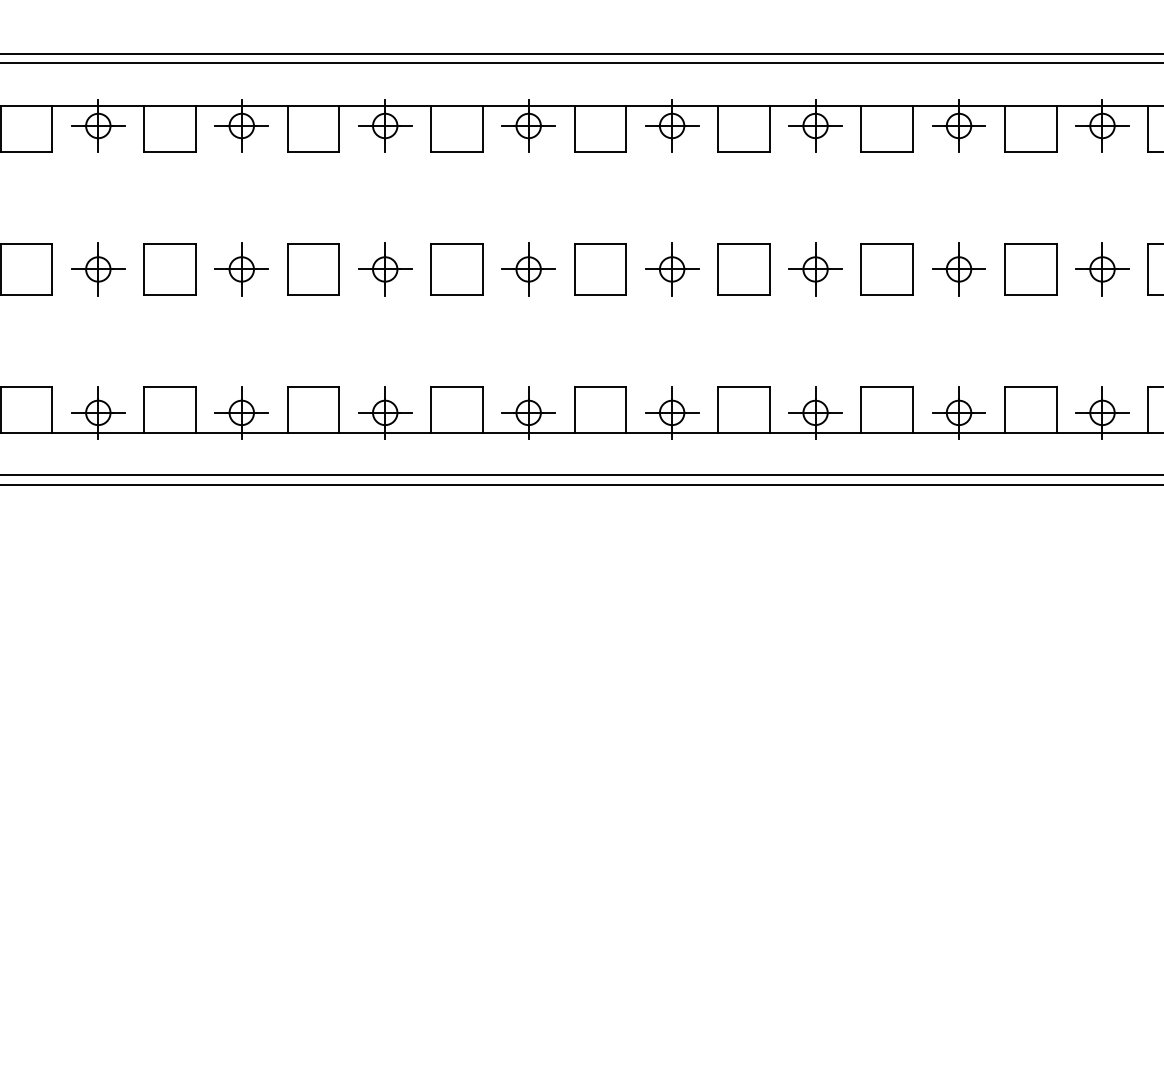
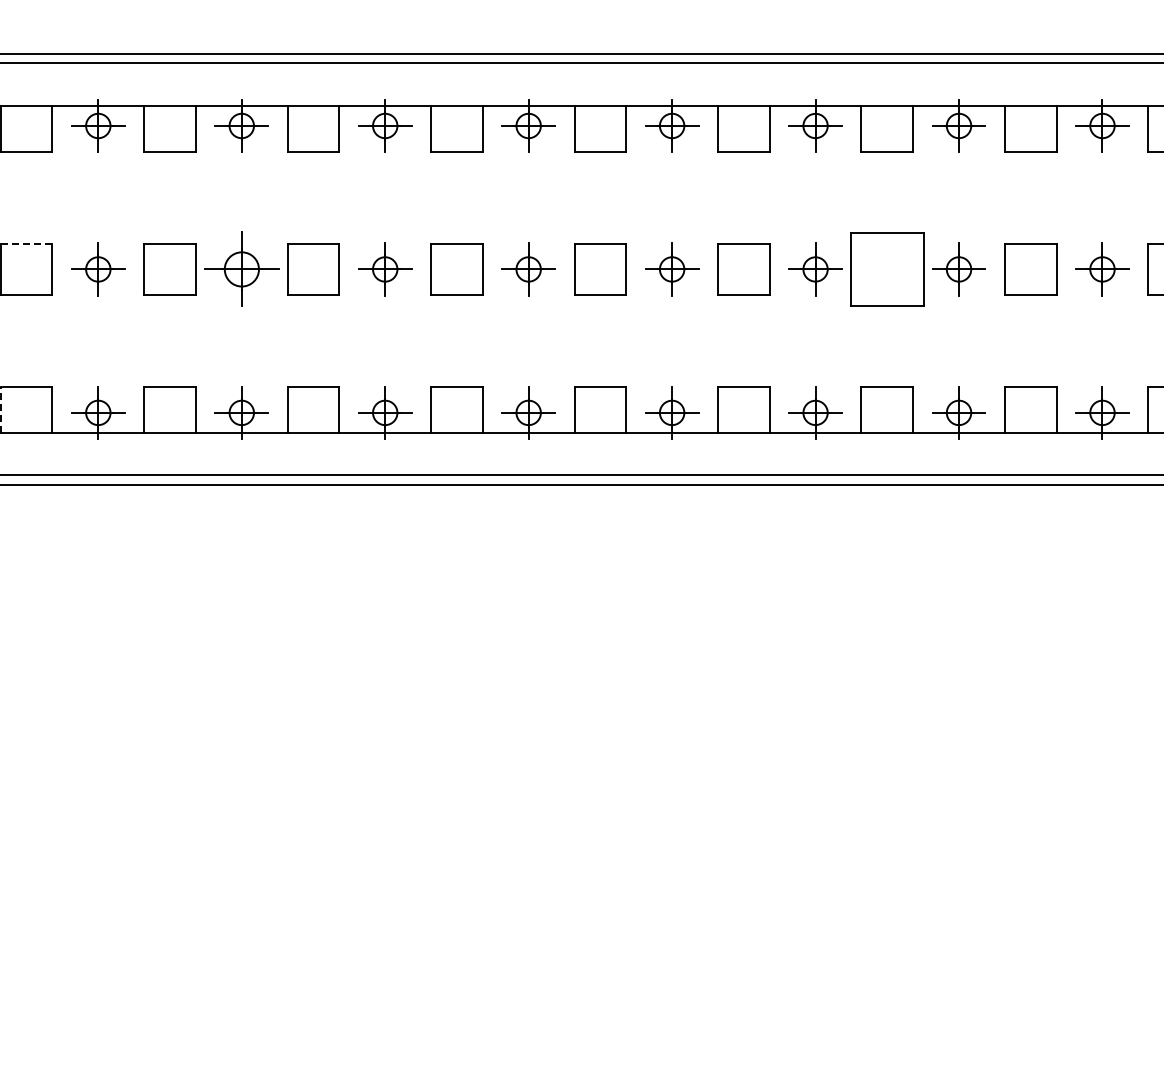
line at (26, 243): solid -> dashed
part at (241, 269) size: 55x55 px -> 76x76 px
part at (886, 269) size: 54x53 px -> 75x75 px
line at (0, 410): solid -> dashed
